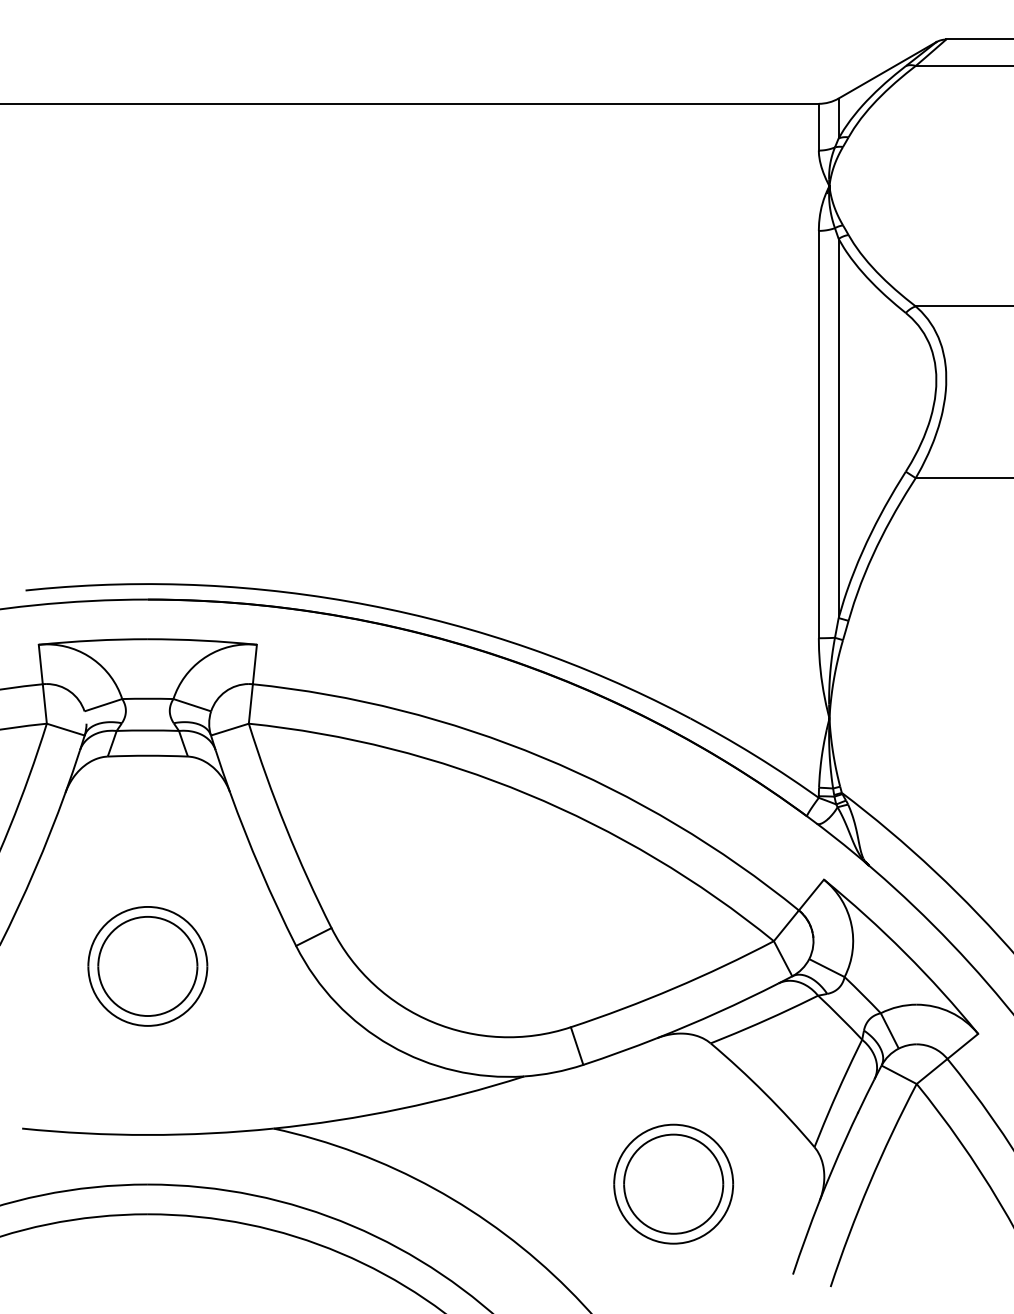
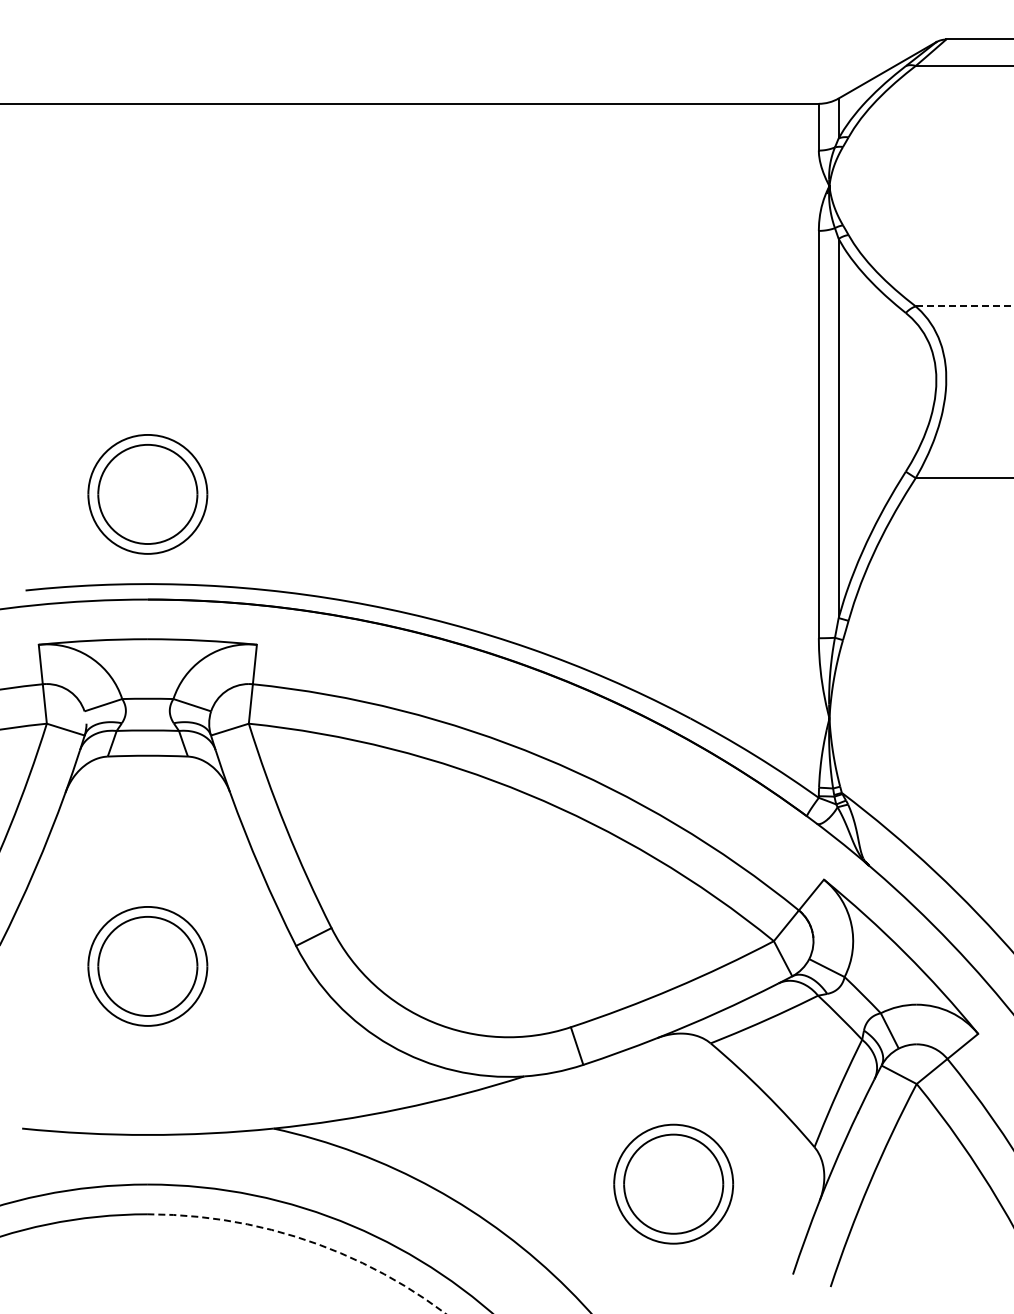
line at (964, 306): solid -> dashed
part at (147, 494): none -> present
arc at (305, 1239): solid -> dashed
